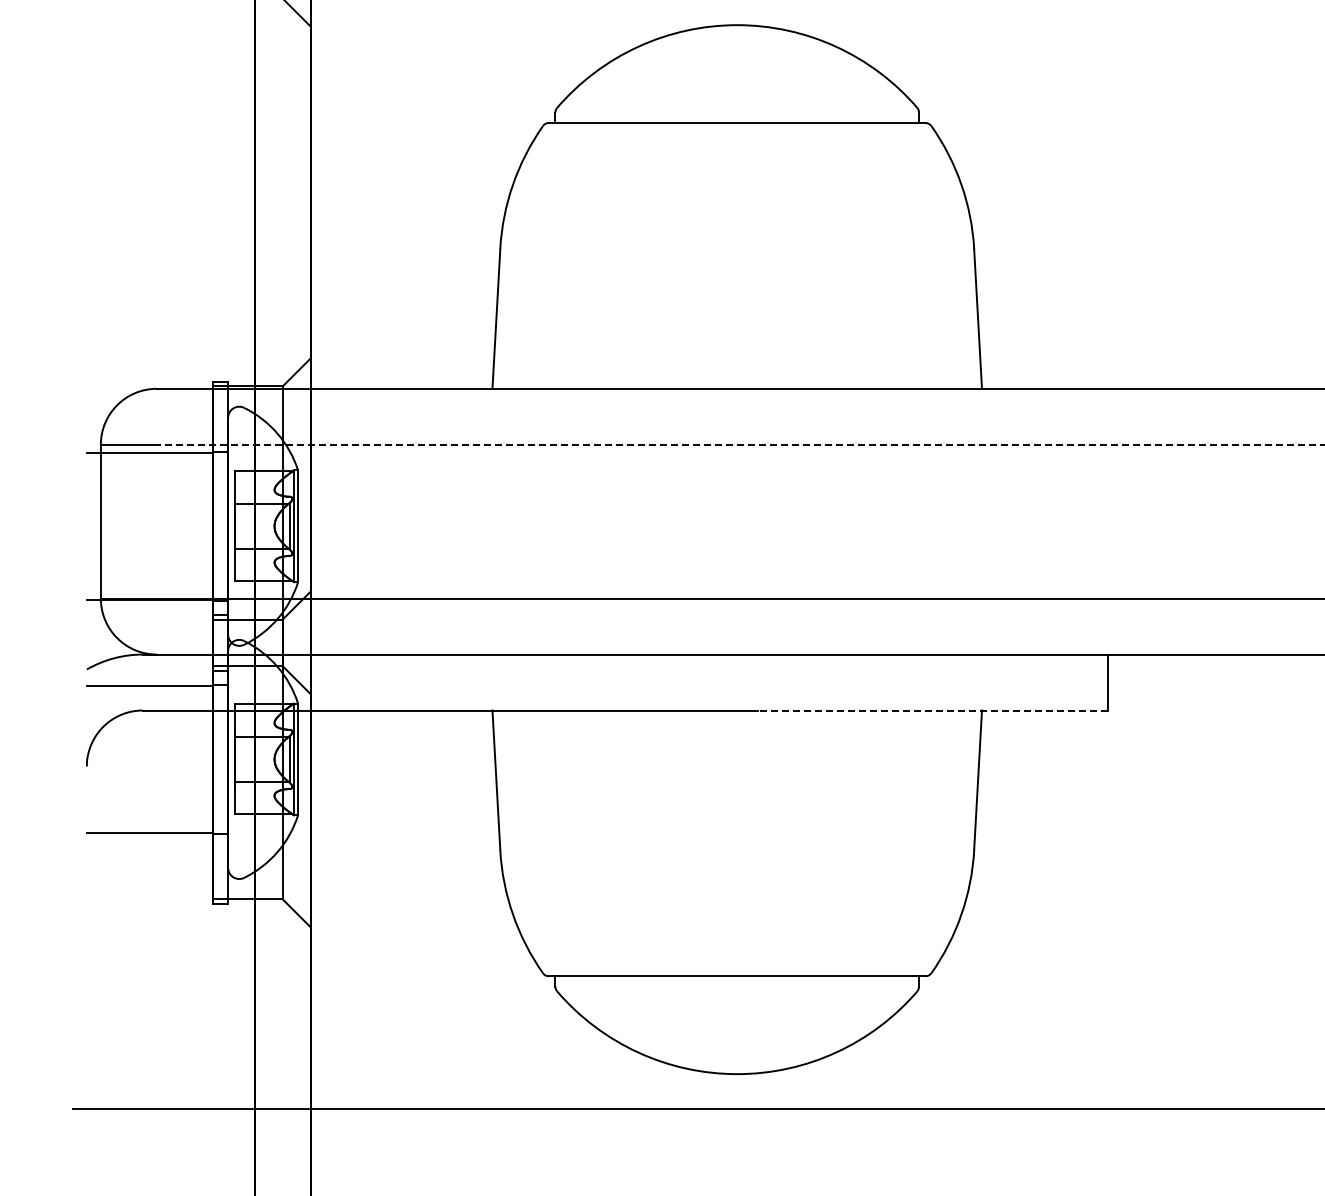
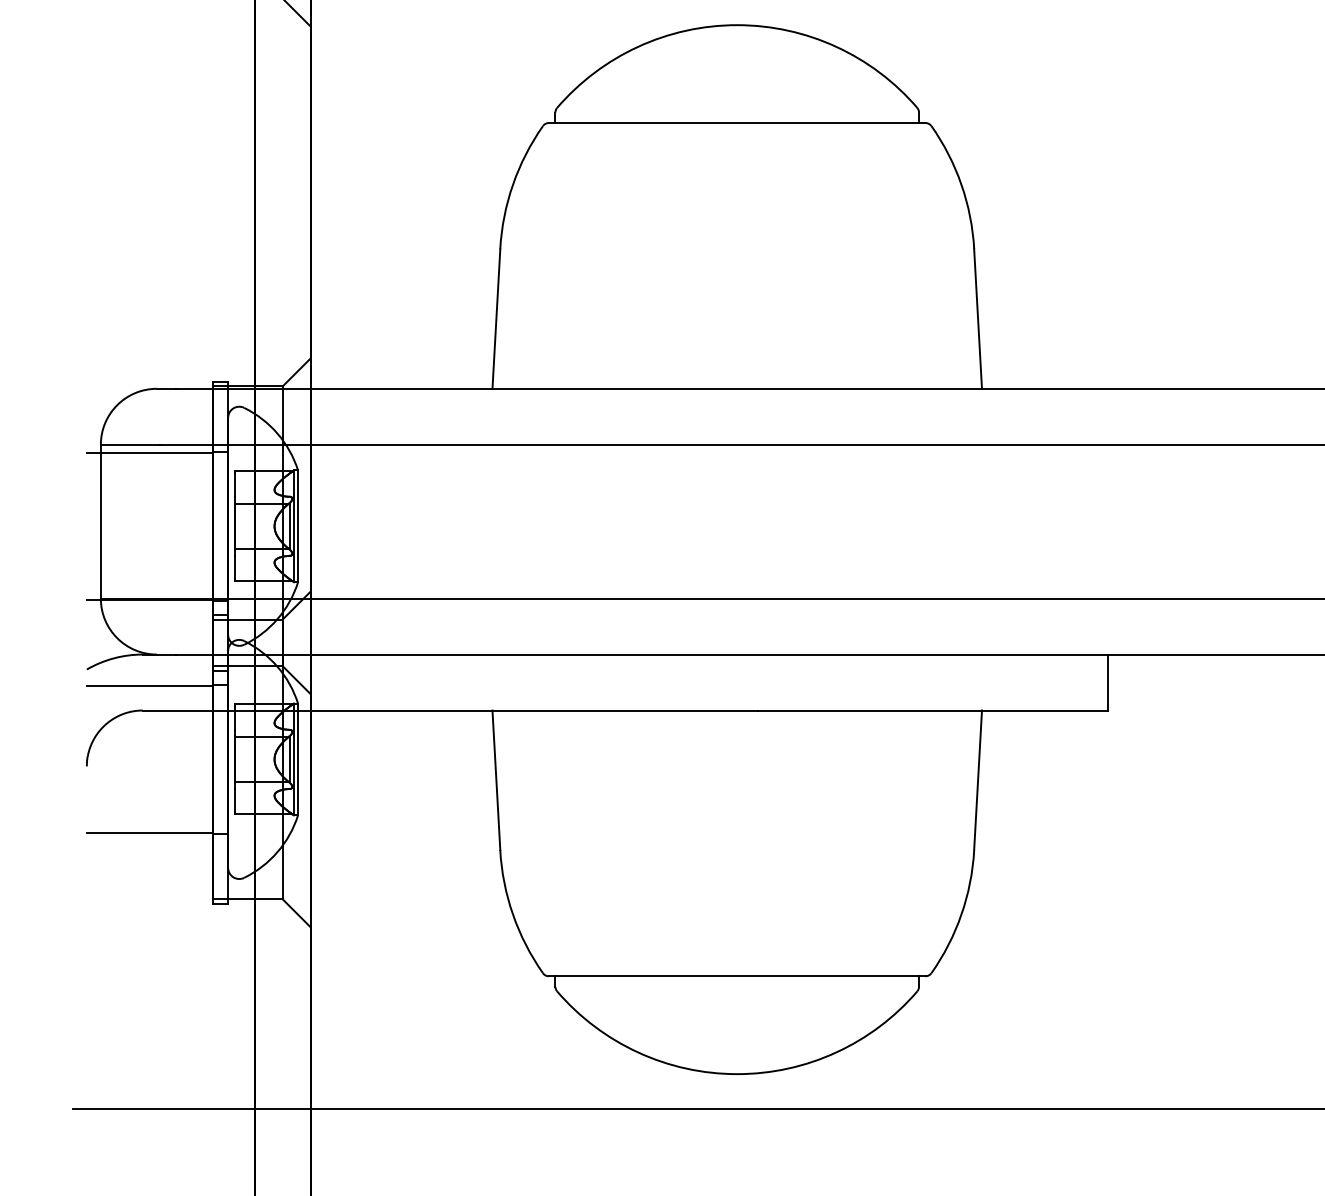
line at (741, 444): dashed -> solid
line at (933, 710): dashed -> solid
